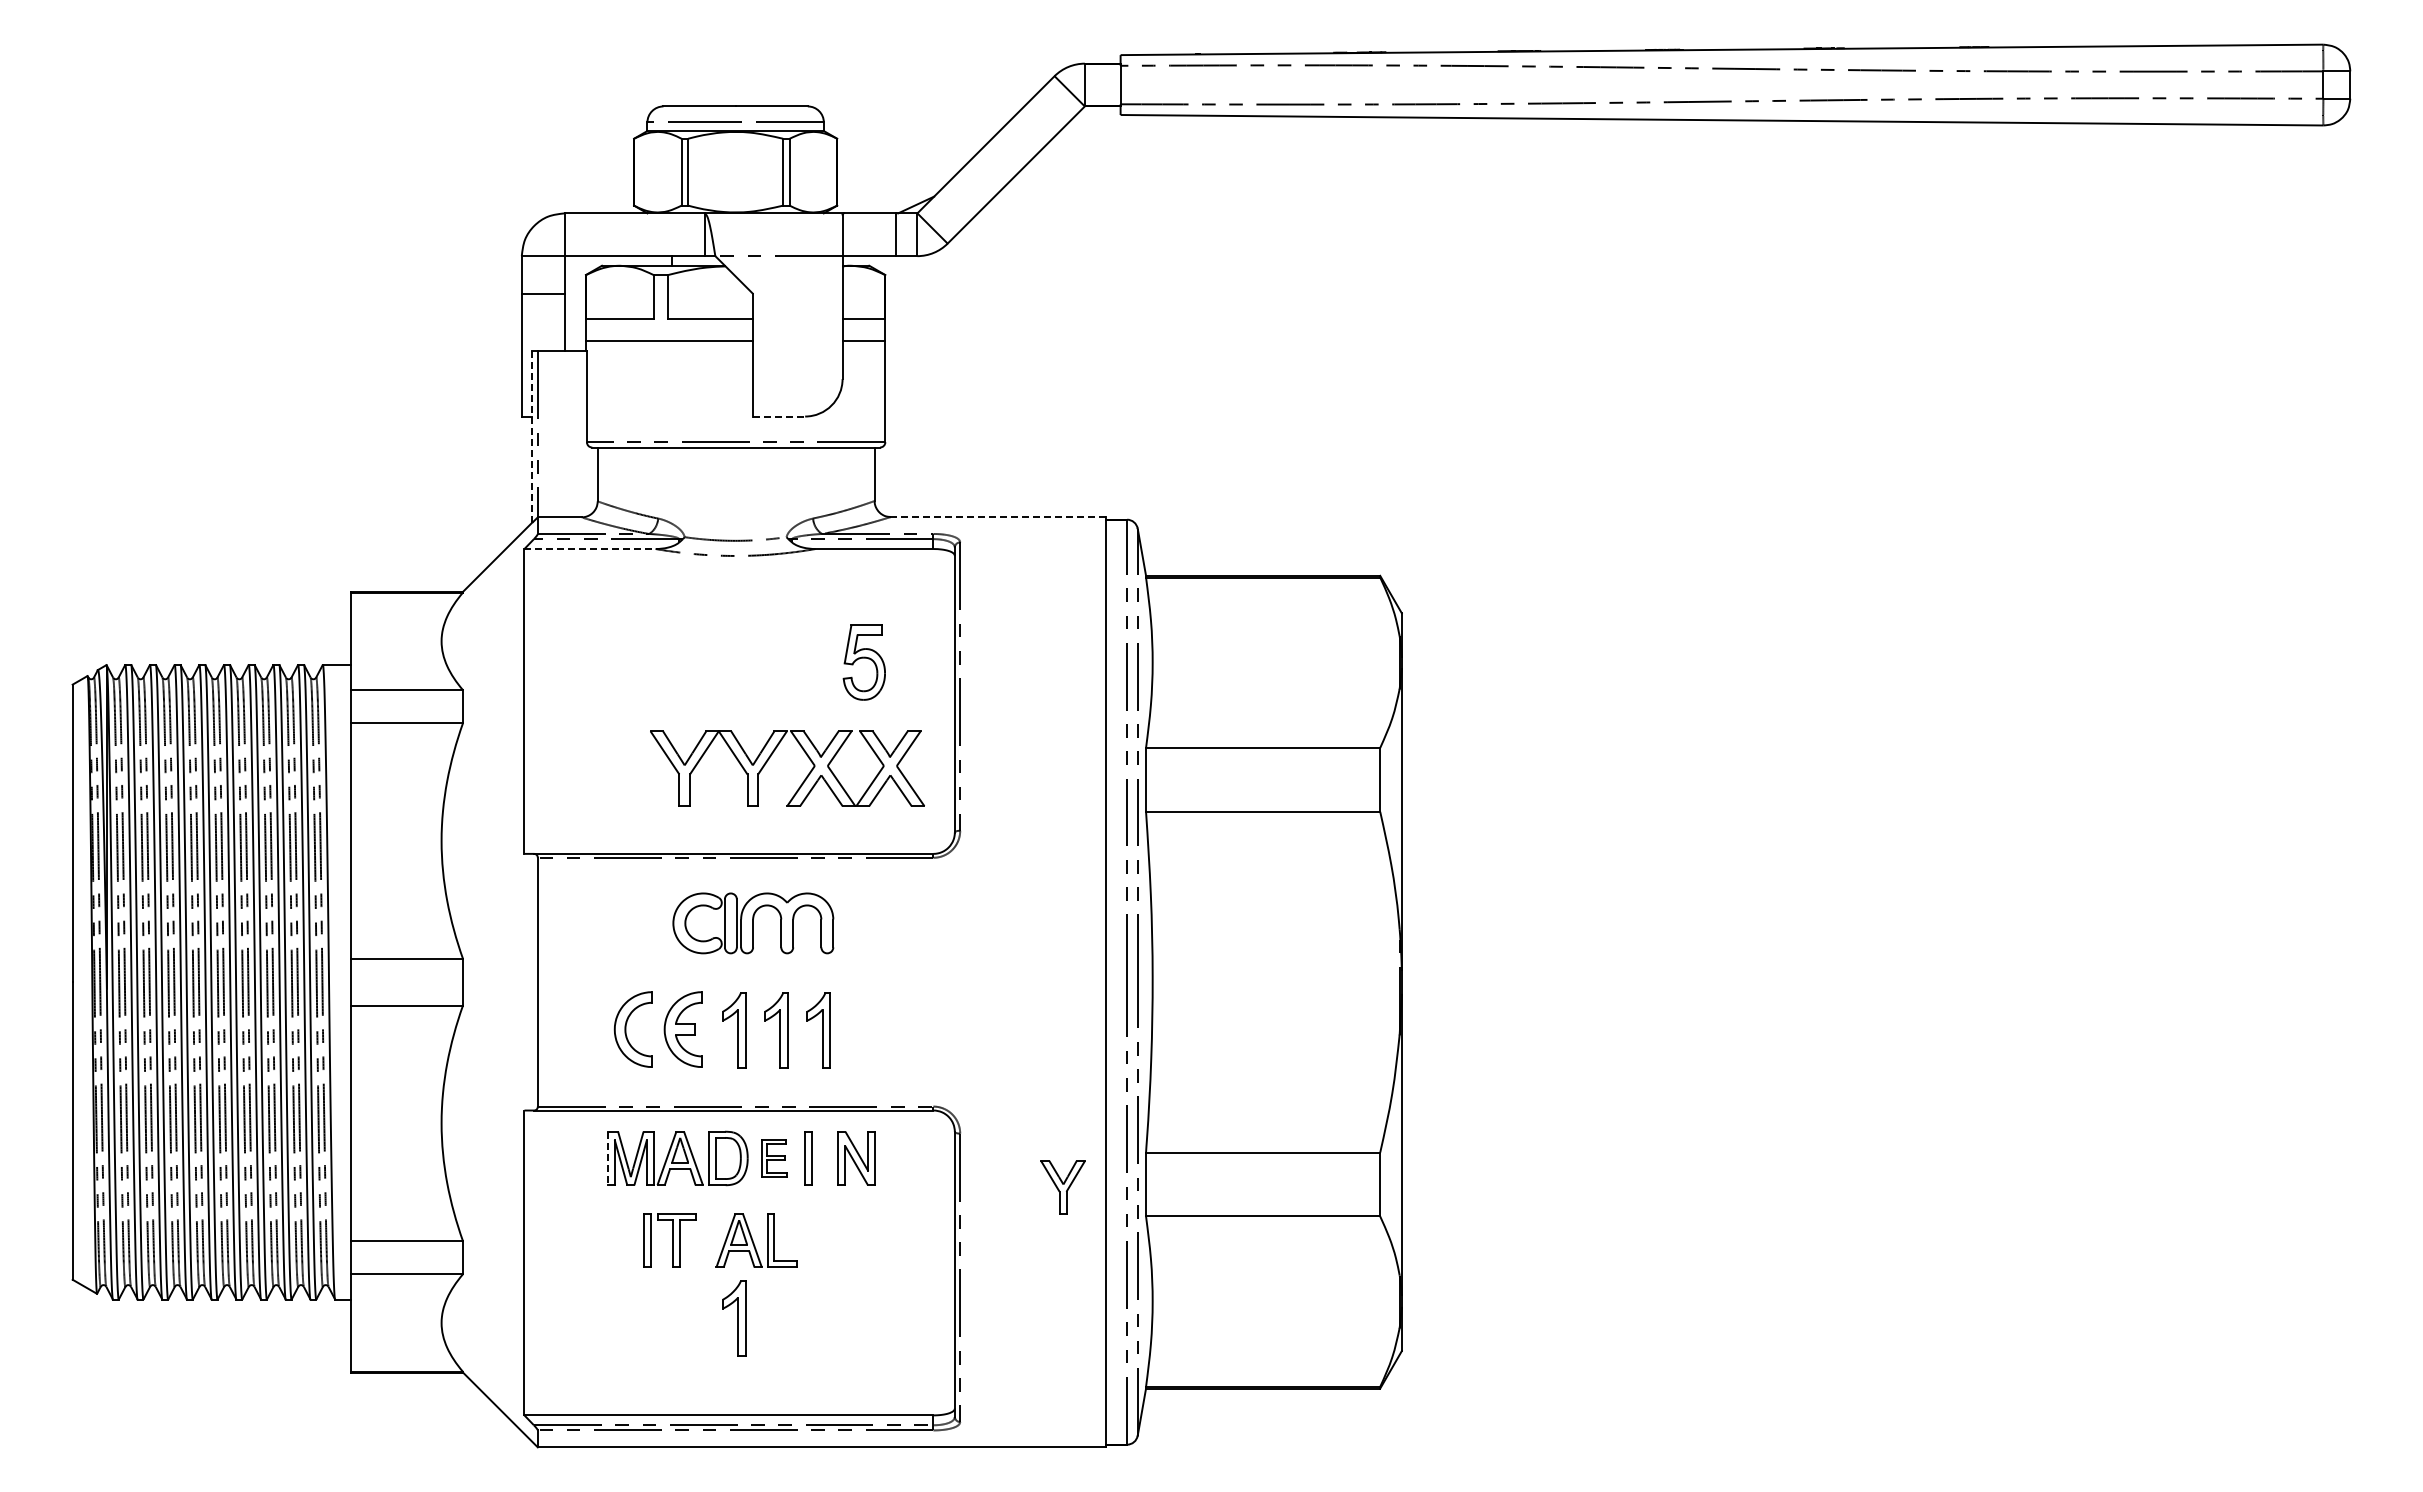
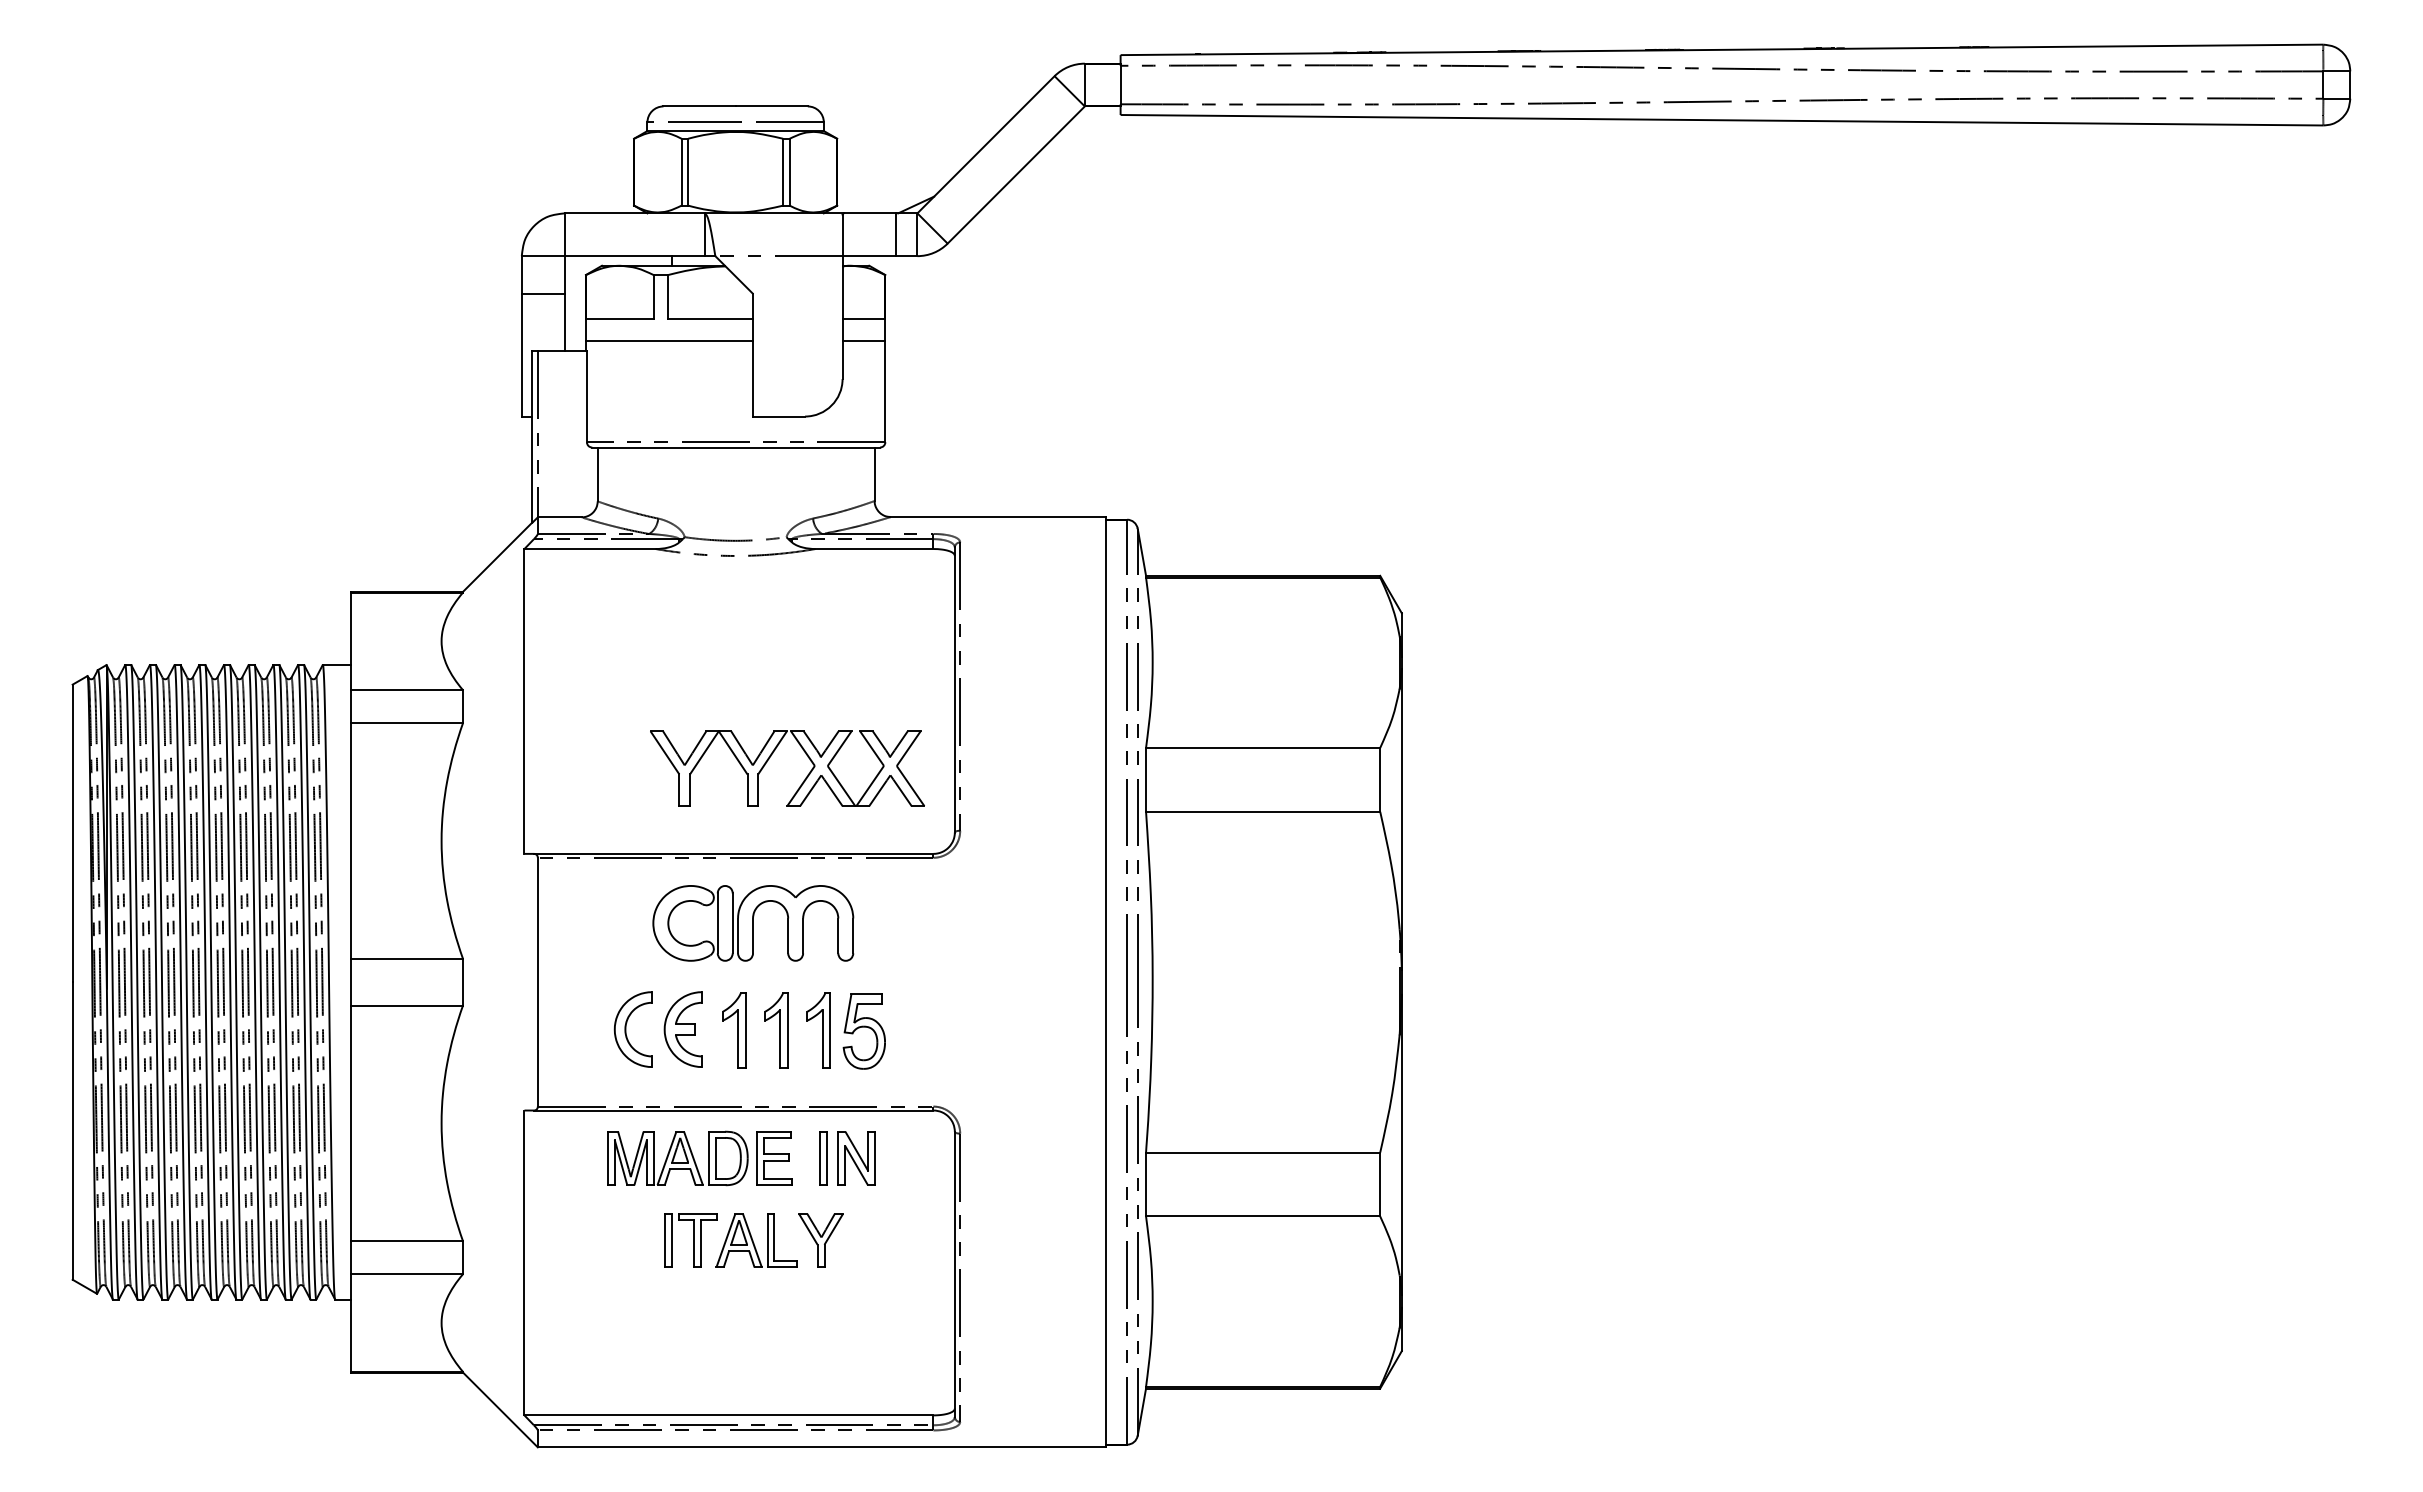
line at (779, 416): dashed -> solid
line at (532, 436): dashed -> solid
line at (997, 517): dashed -> solid
line at (590, 549): dashed -> solid
part at (863, 662) position: (863, 662) -> (863, 1031)
part at (753, 923) size: 163x63 px -> 203x77 px
line at (607, 1158): dashed -> solid
part at (774, 1158) size: 27x39 px -> 37x55 px
part at (808, 1158) position: (808, 1158) -> (823, 1158)
part at (1062, 1187) position: (1062, 1187) -> (820, 1240)
part at (669, 1240) position: (669, 1240) -> (690, 1240)
part at (734, 1318): present -> none
